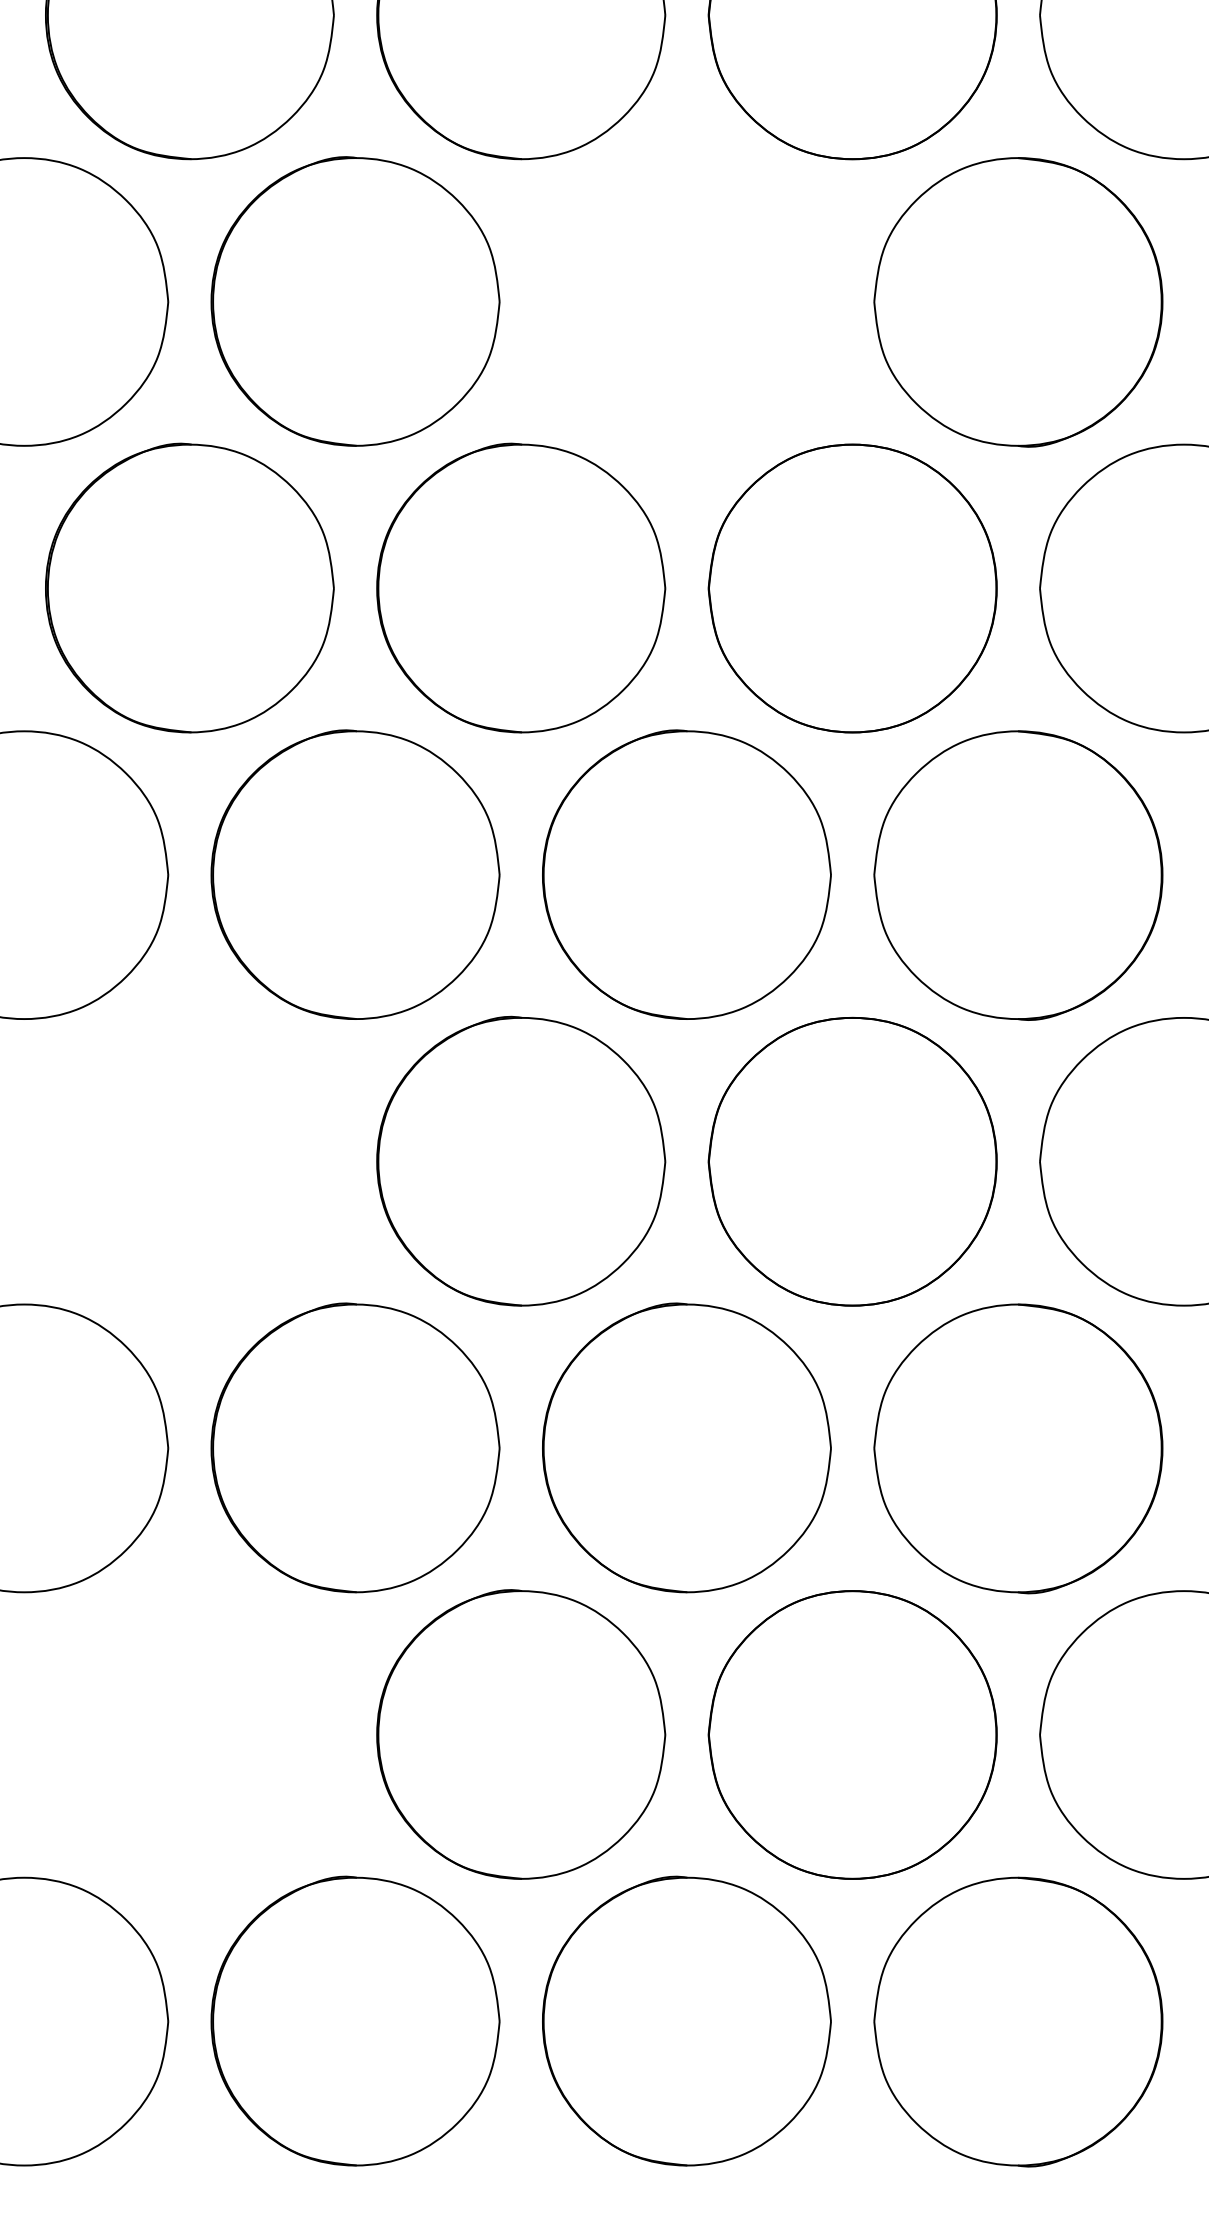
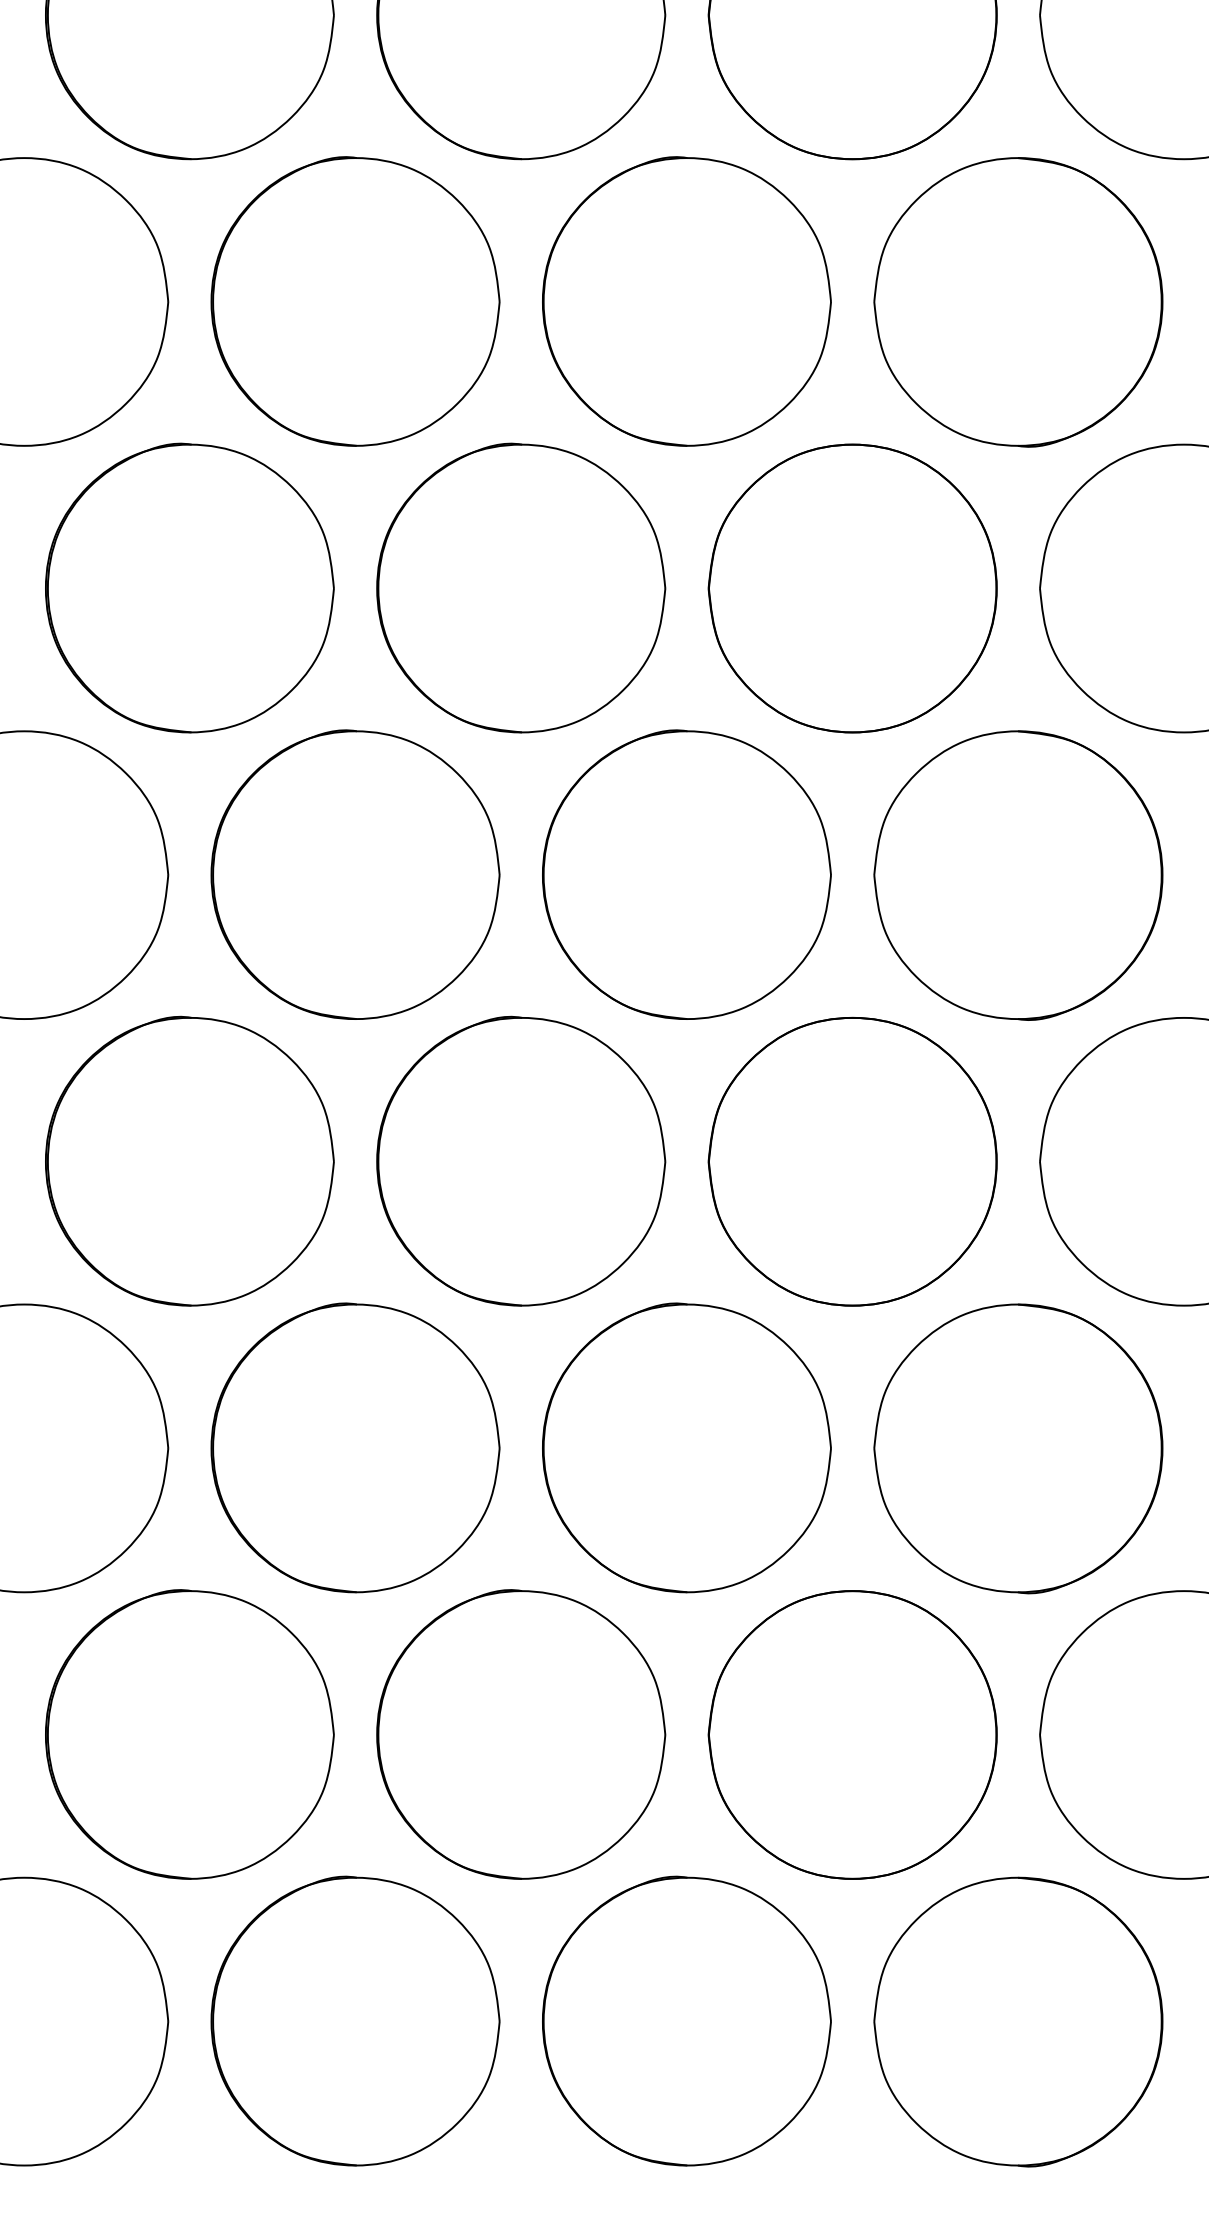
part at (686, 301): none -> present
part at (189, 1160): none -> present
part at (189, 1734): none -> present
